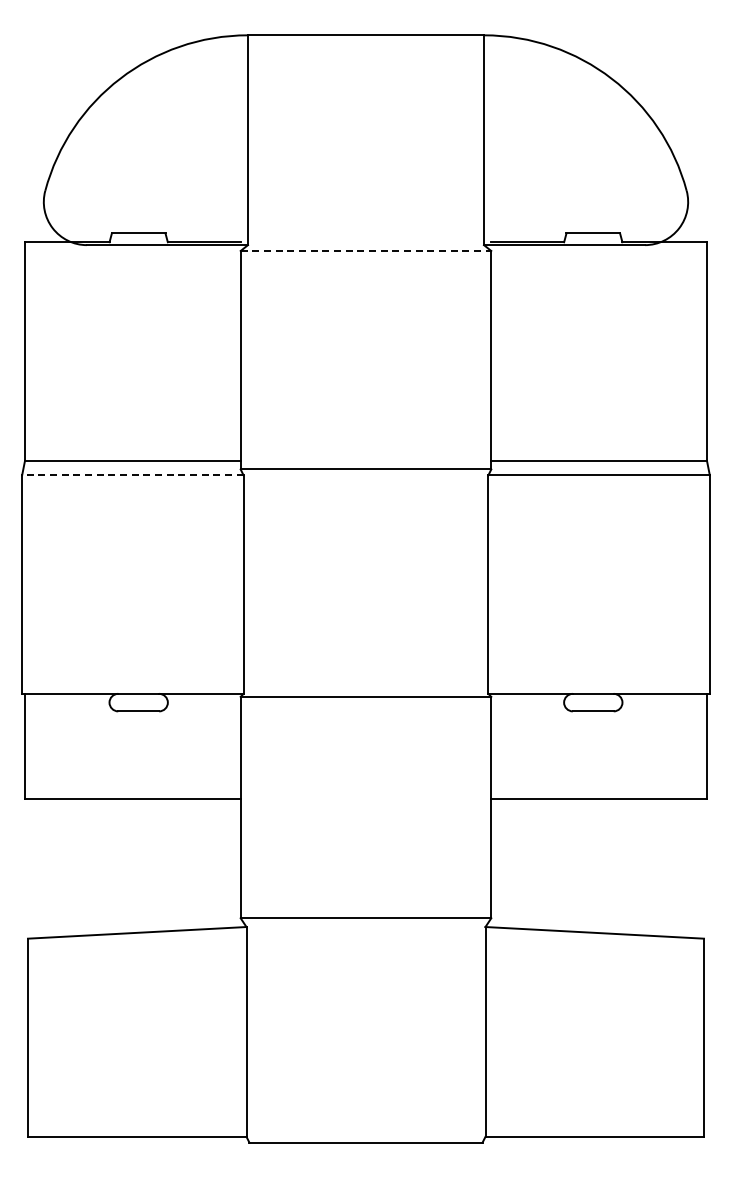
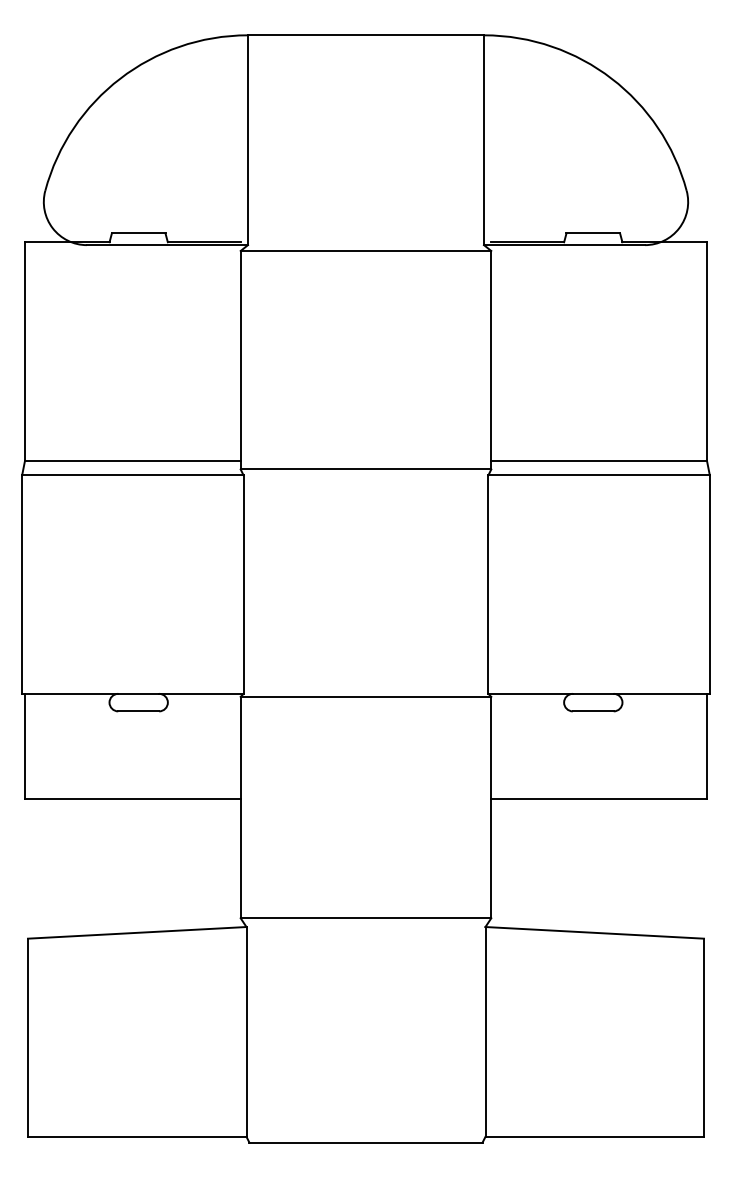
line at (366, 250): dashed -> solid
line at (132, 475): dashed -> solid
